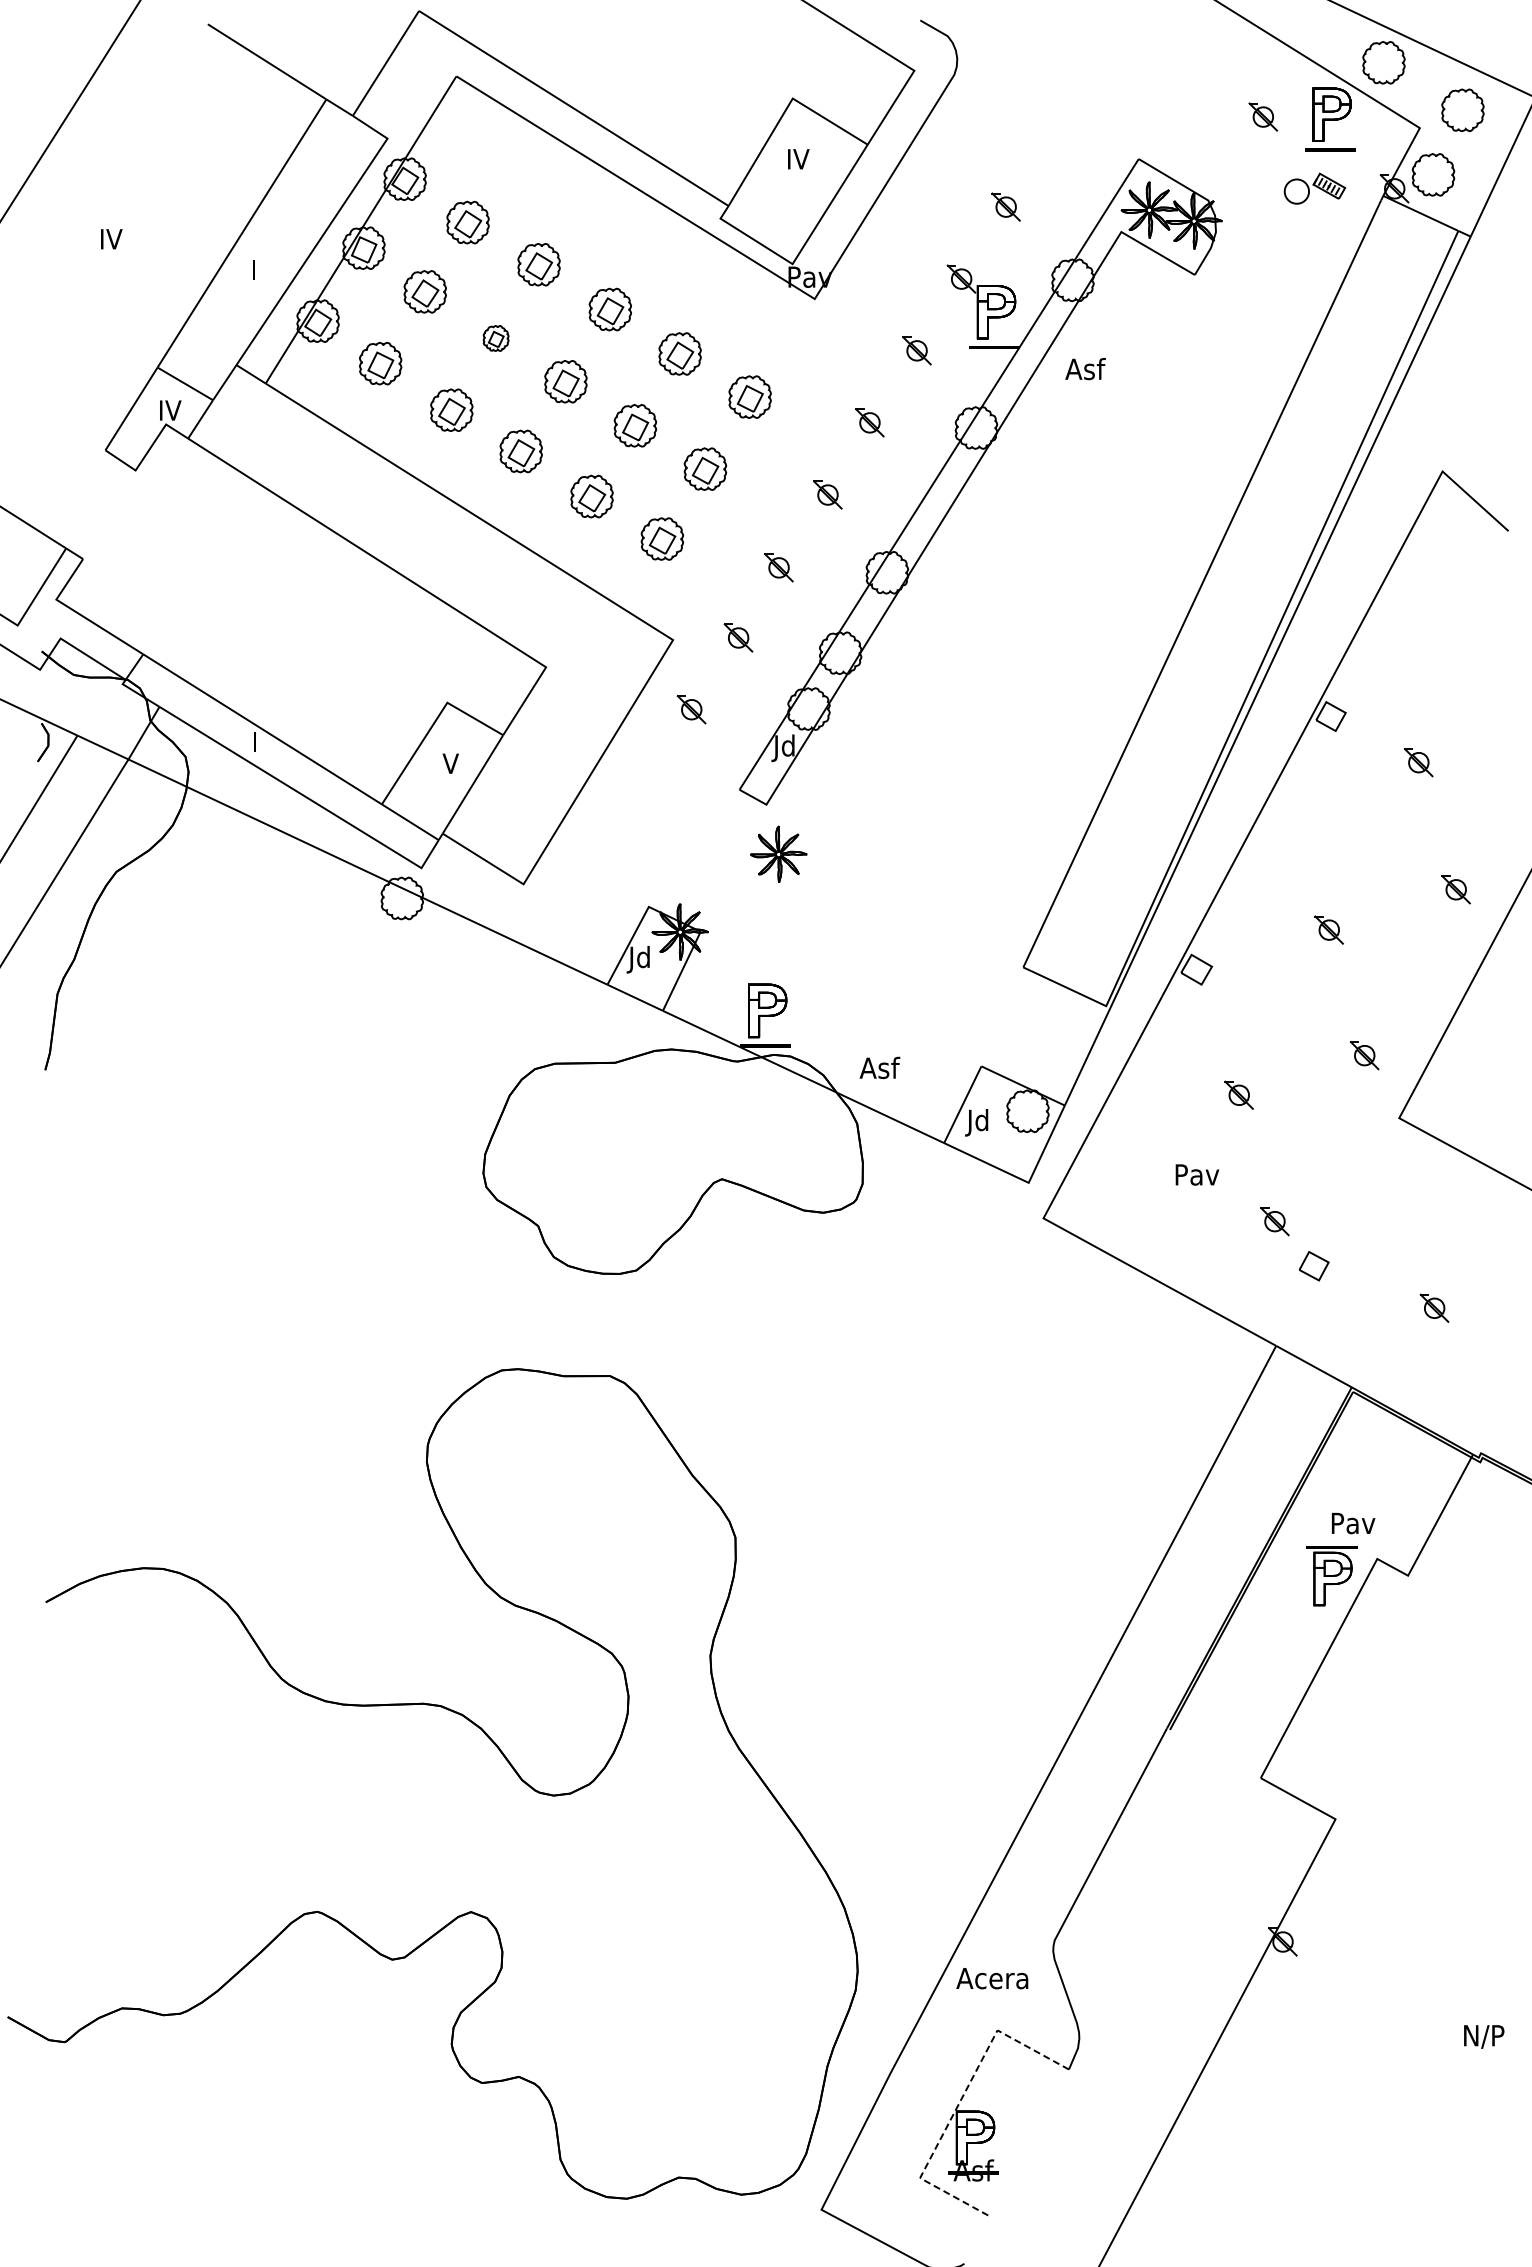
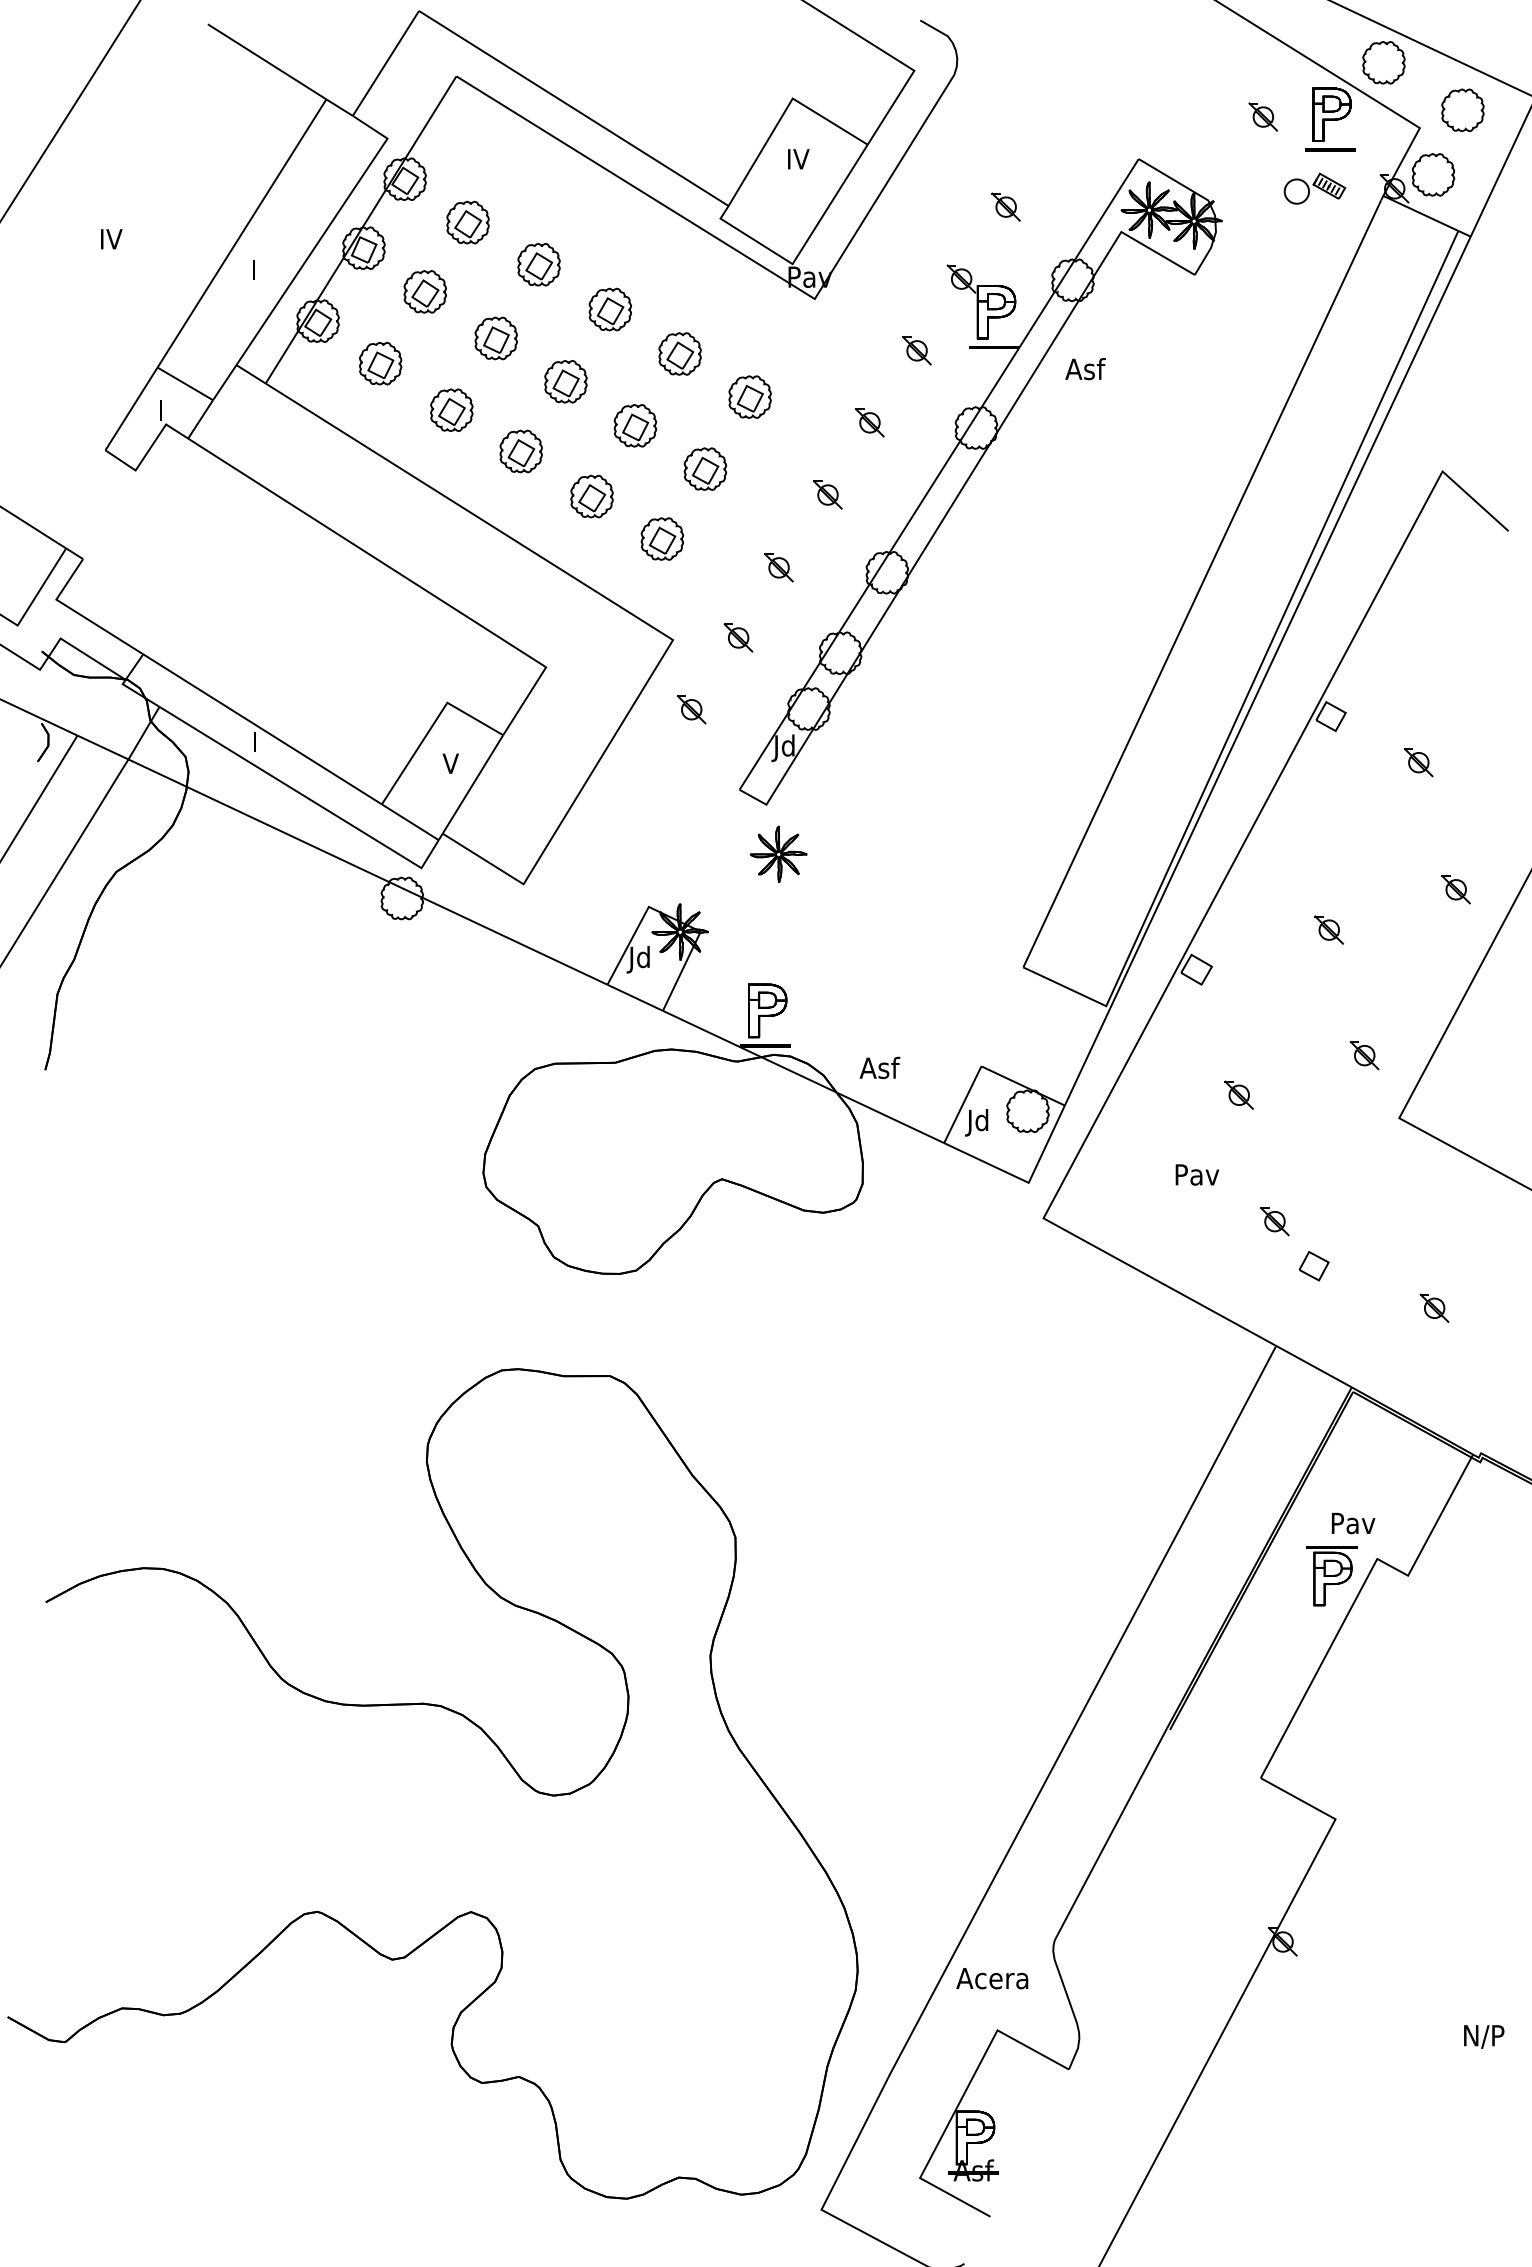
part at (495, 338) size: 28x27 px -> 44x45 px
text at (170, 410): IV -> I
line at (959, 2103): dashed -> solid
